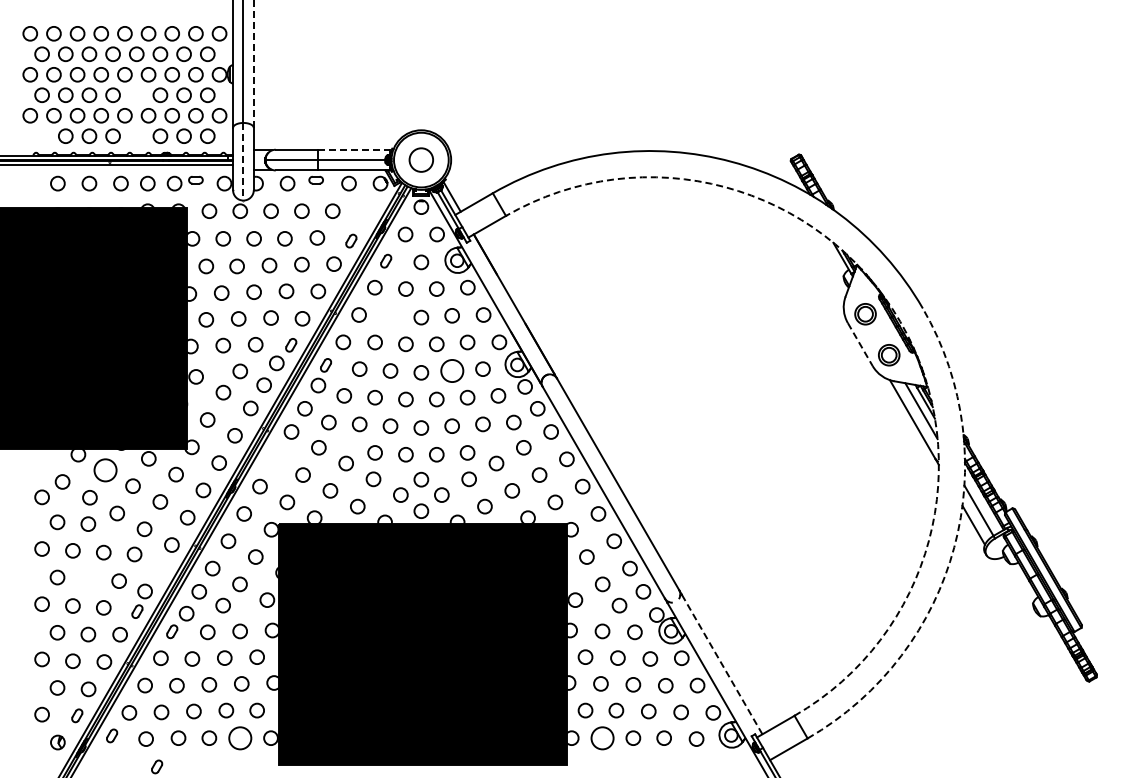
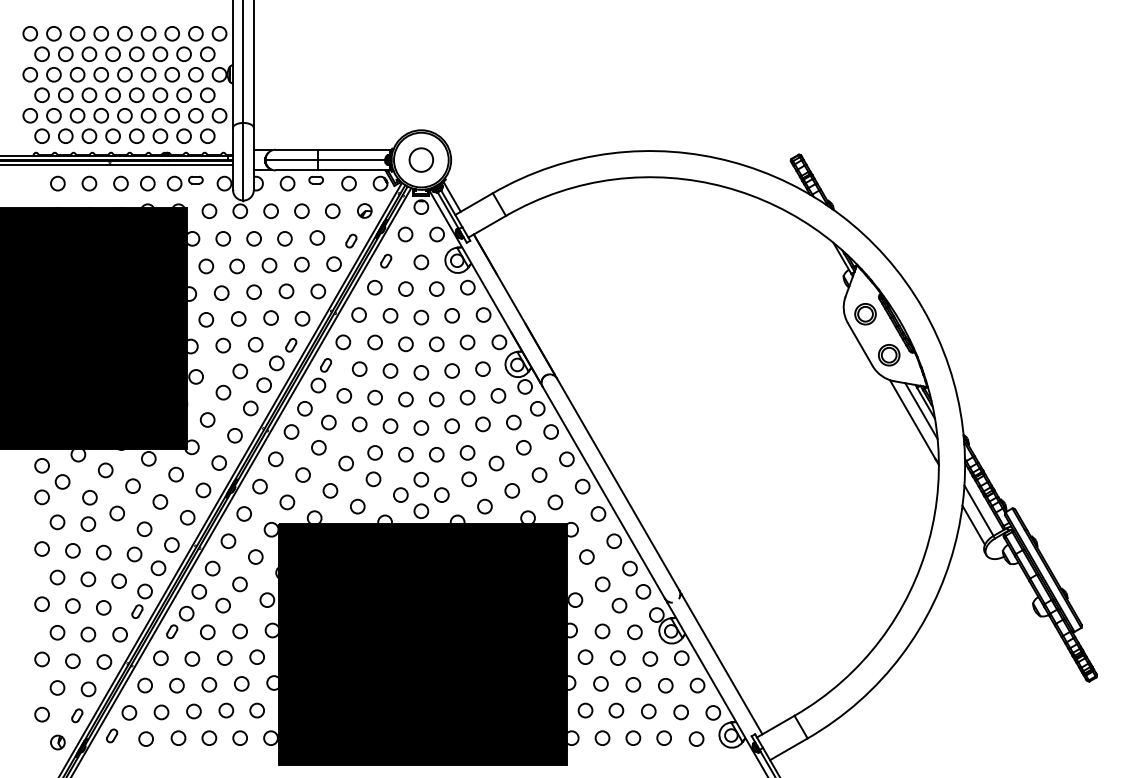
line at (253, 64): dashed -> solid
circle at (136, 94): none -> present
circle at (41, 135): none -> present
circle at (136, 135): none -> present
line at (354, 149): dashed -> solid
line at (243, 161): dashed -> solid
part at (364, 210): none -> present
circle at (390, 315): none -> present
arc at (900, 321): dashed -> solid
line at (860, 344): dashed -> solid
circle at (452, 370) size: 25x24 px -> 16x16 px
circle at (275, 459): none -> present
circle at (41, 465): none -> present
circle at (105, 470) size: 25x25 px -> 16x17 px
arc at (954, 547): dashed -> solid
circle at (158, 568): none -> present
circle at (88, 579): none -> present
line at (722, 664): dashed -> solid
circle at (240, 738) size: 25x25 px -> 16x16 px
circle at (602, 738) size: 25x25 px -> 17x16 px
part at (157, 766): present -> none
